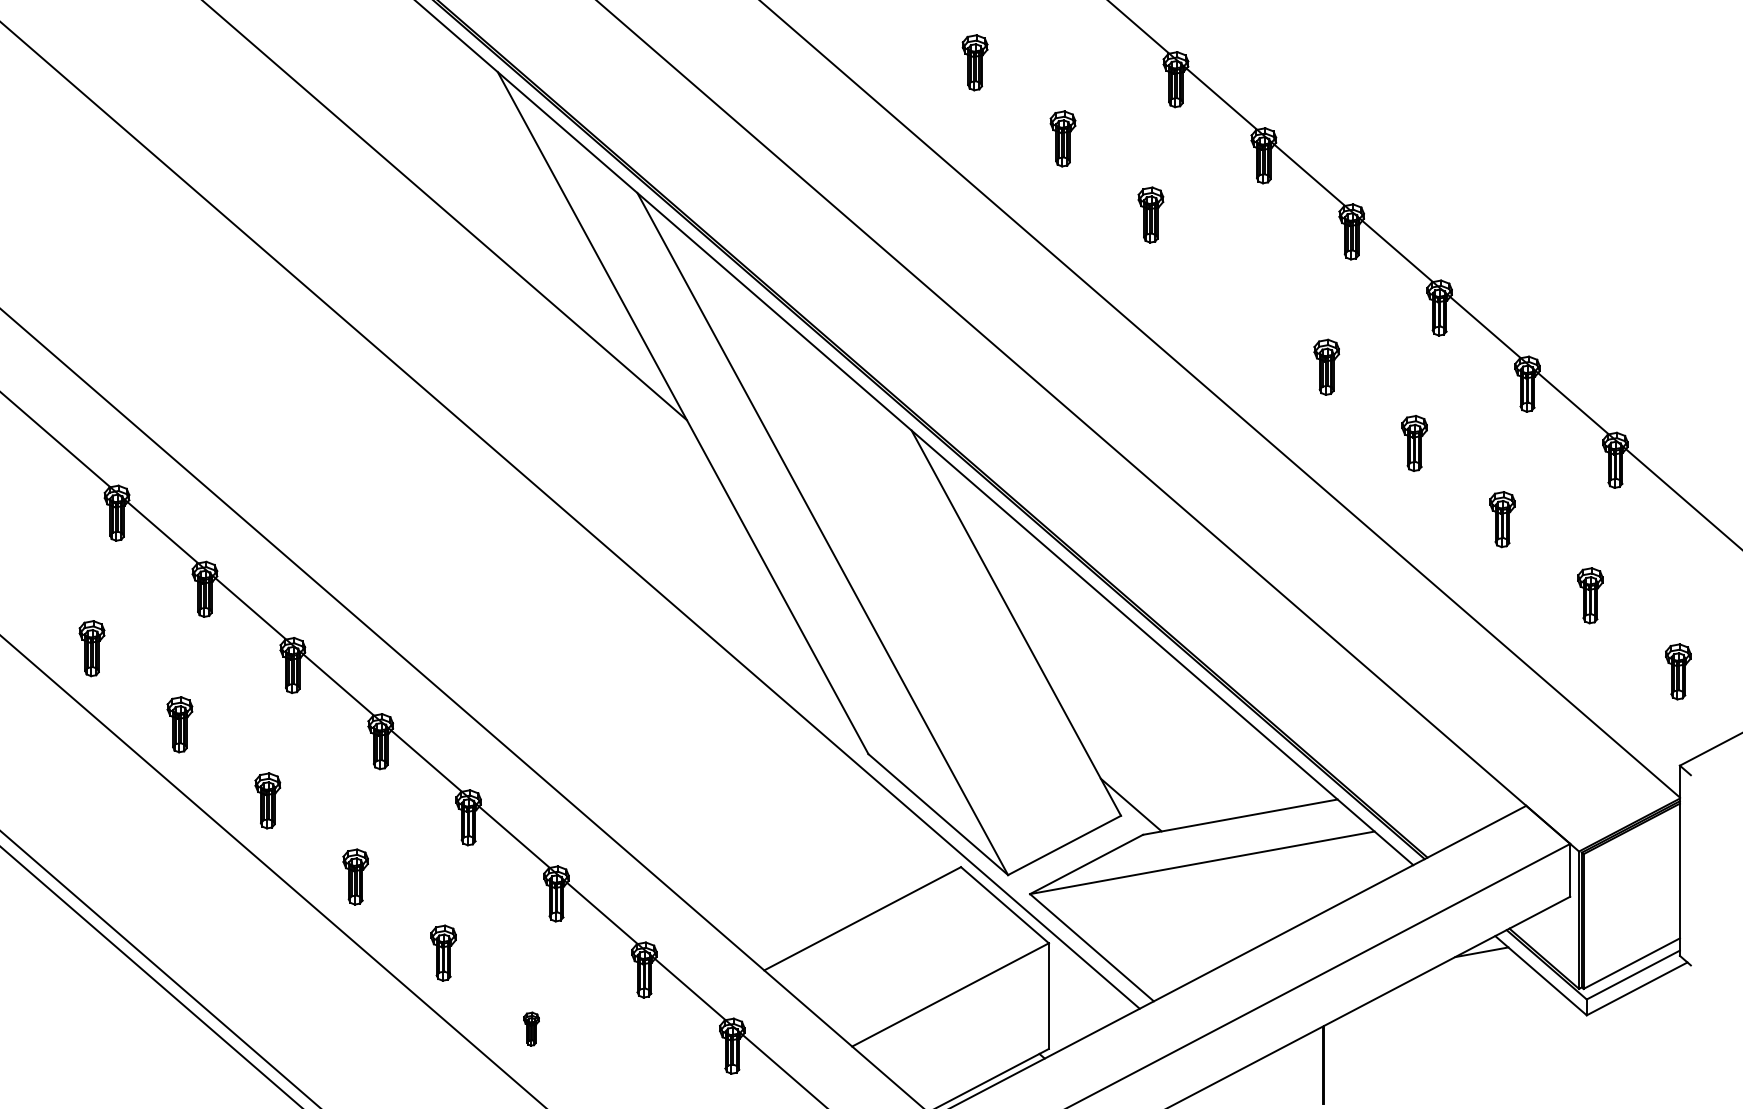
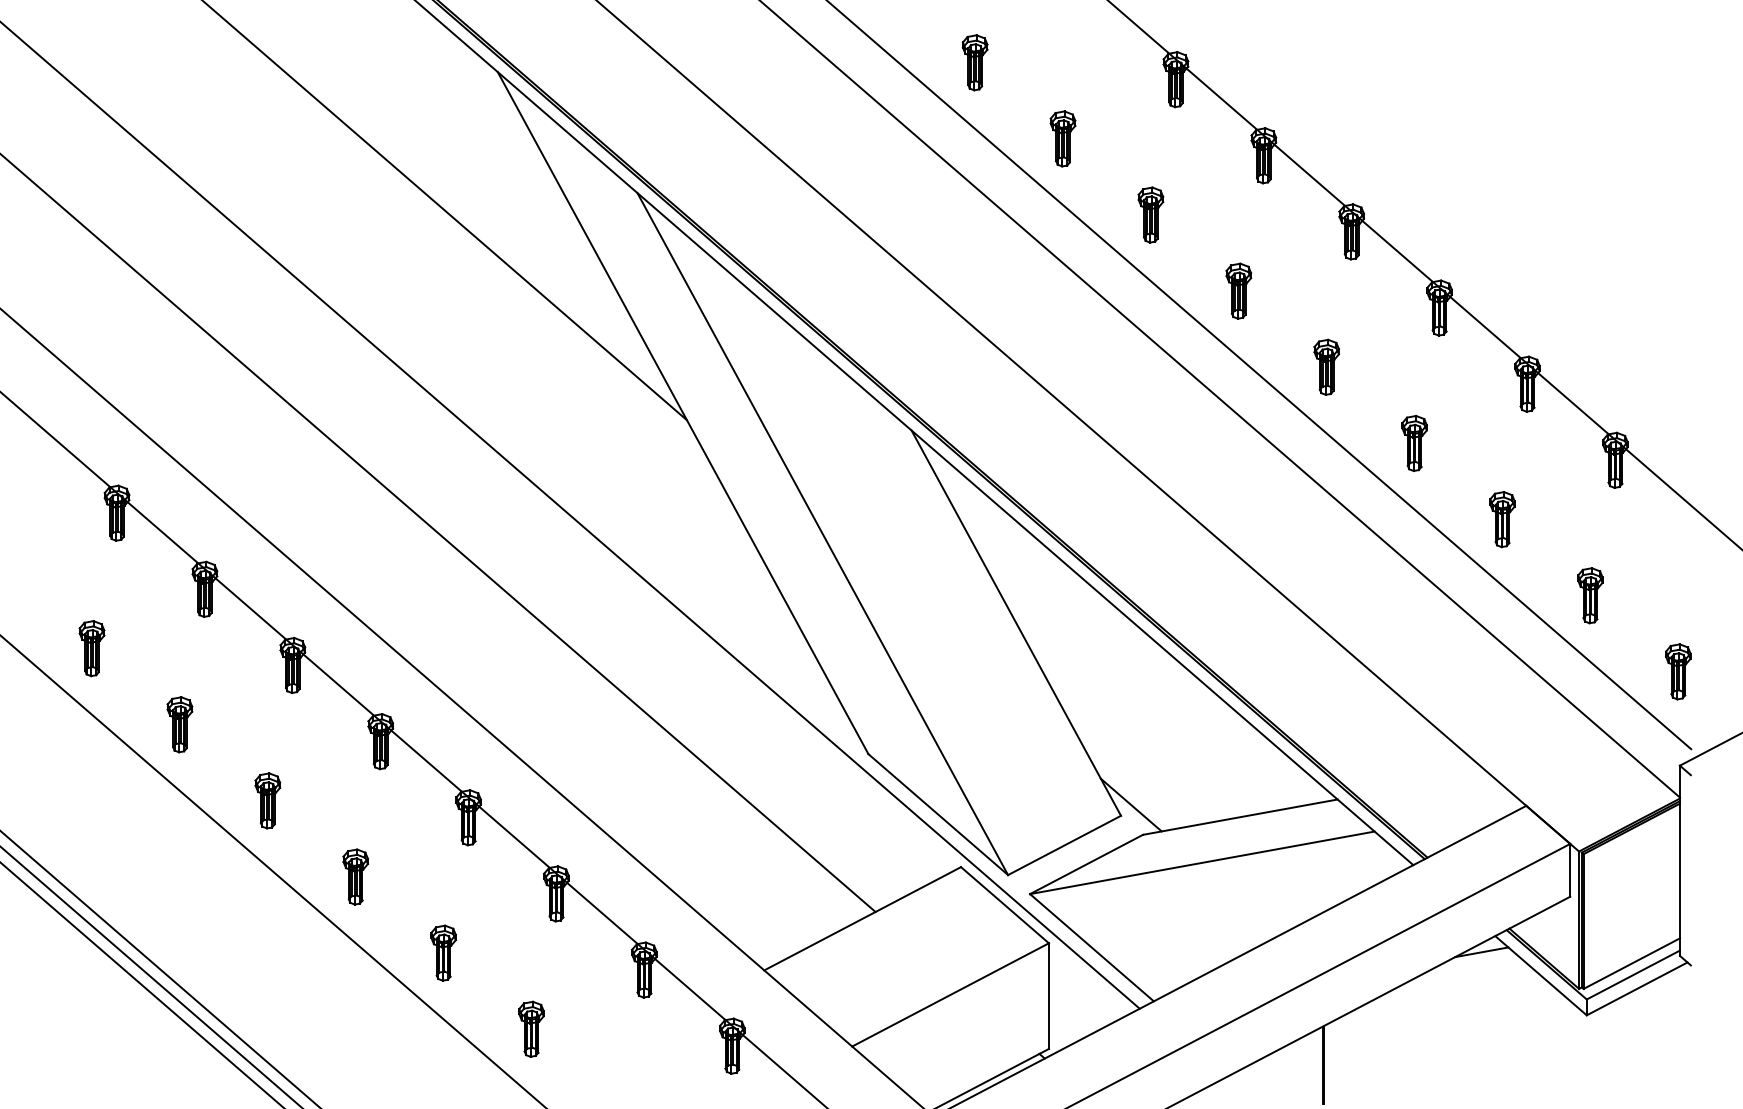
part at (1238, 290): none -> present
line at (1259, 375): none -> present
line at (438, 533): none -> present
line at (141, 984): none -> present
part at (531, 1028) size: 17x36 px -> 27x58 px
